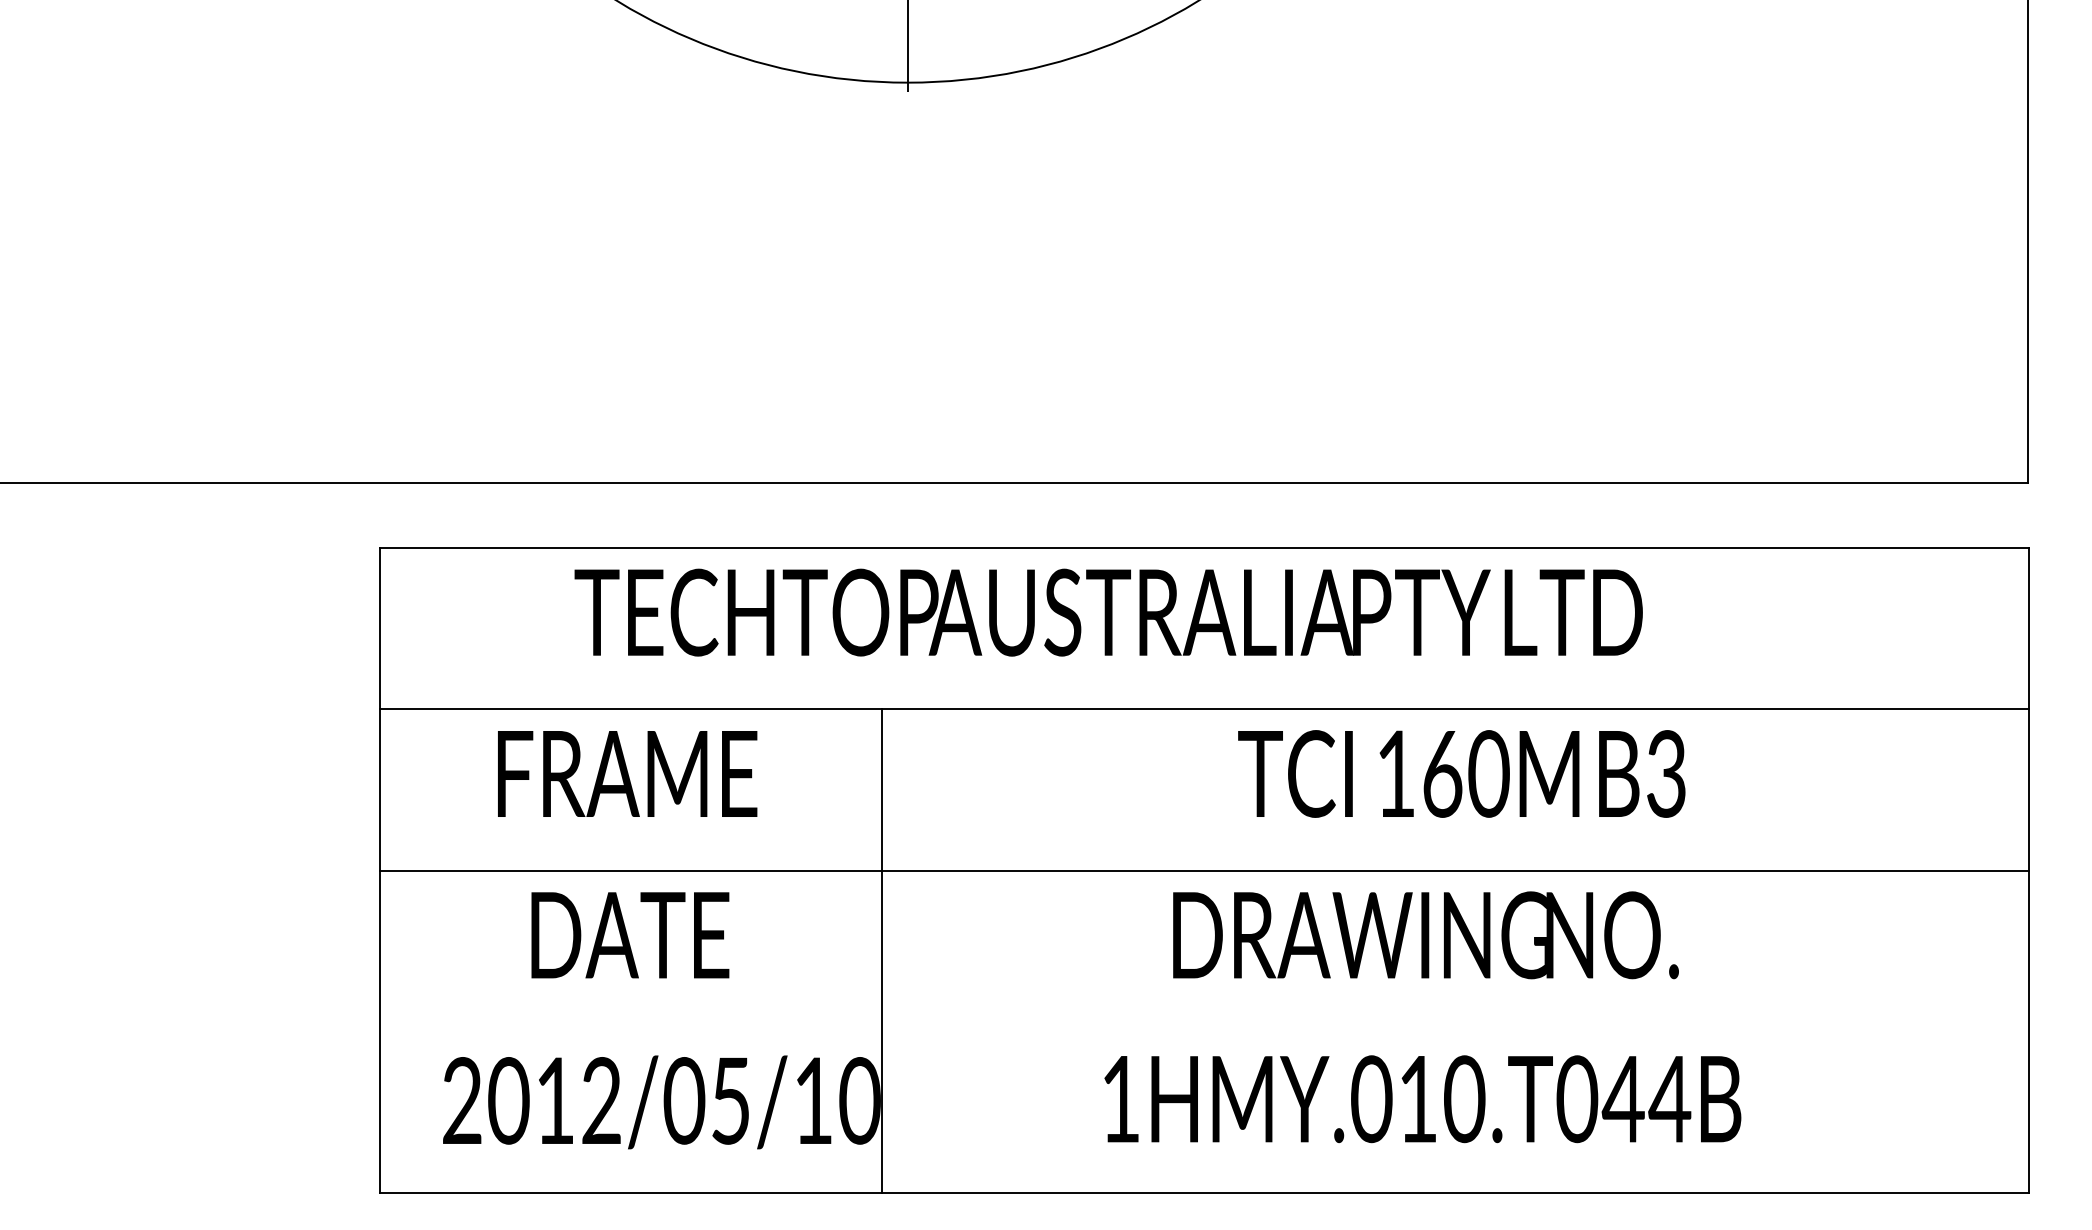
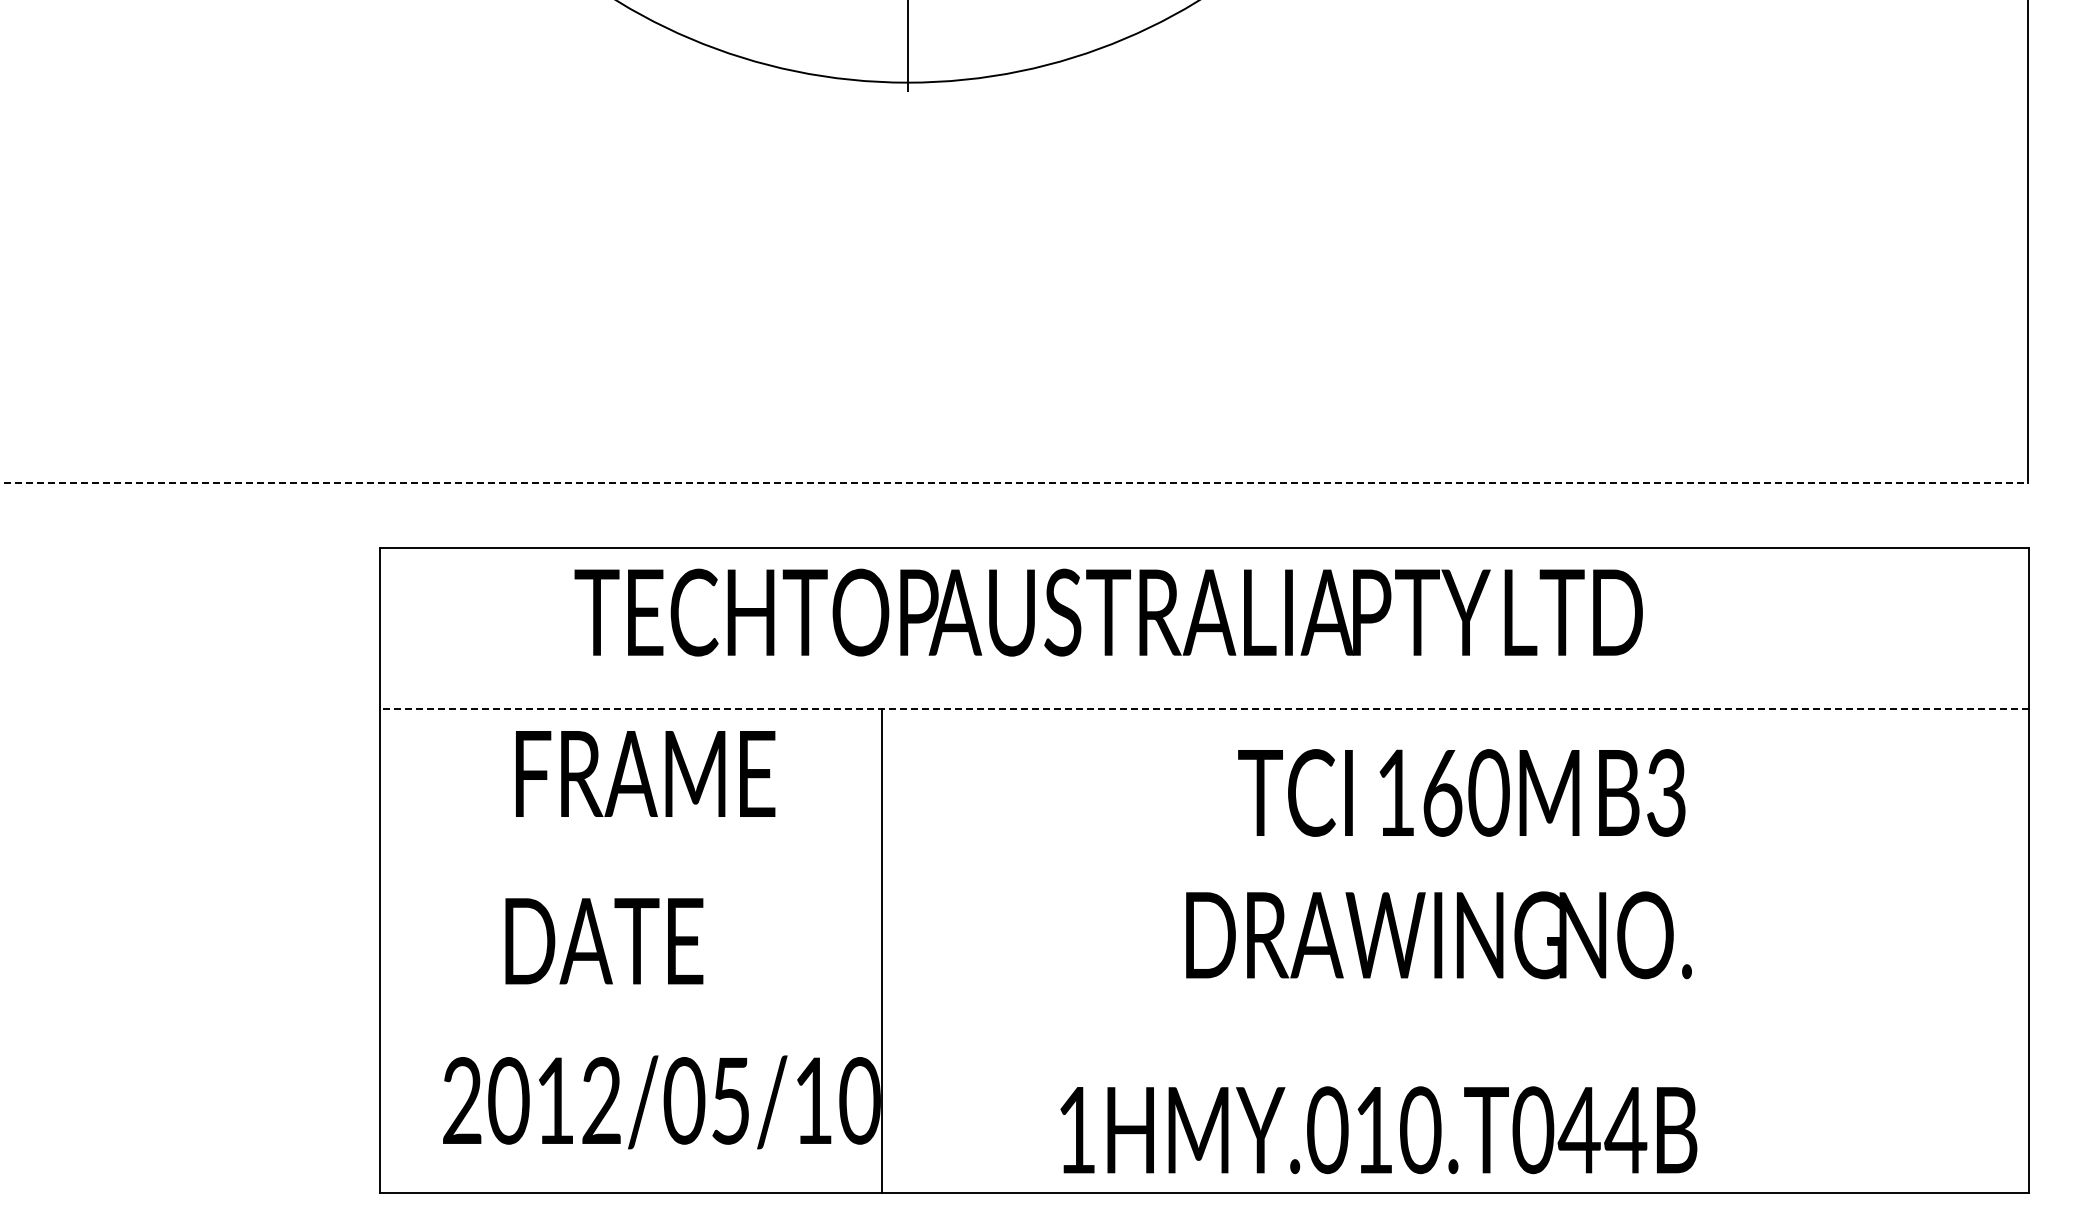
line at (1014, 482): solid -> dashed
line at (1204, 709): solid -> dashed
text at (627, 773) position: (627, 773) -> (645, 773)
text at (1461, 773) position: (1461, 773) -> (1461, 792)
line at (1204, 870): present -> none
text at (630, 935) position: (630, 935) -> (604, 941)
text at (1425, 935) position: (1425, 935) -> (1438, 935)
text at (1422, 1099) position: (1422, 1099) -> (1378, 1130)
